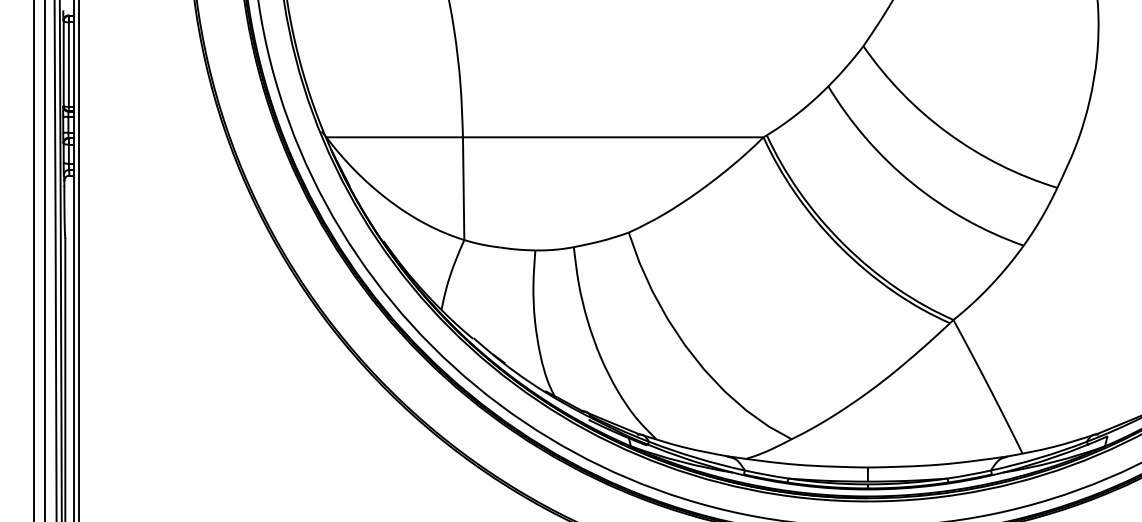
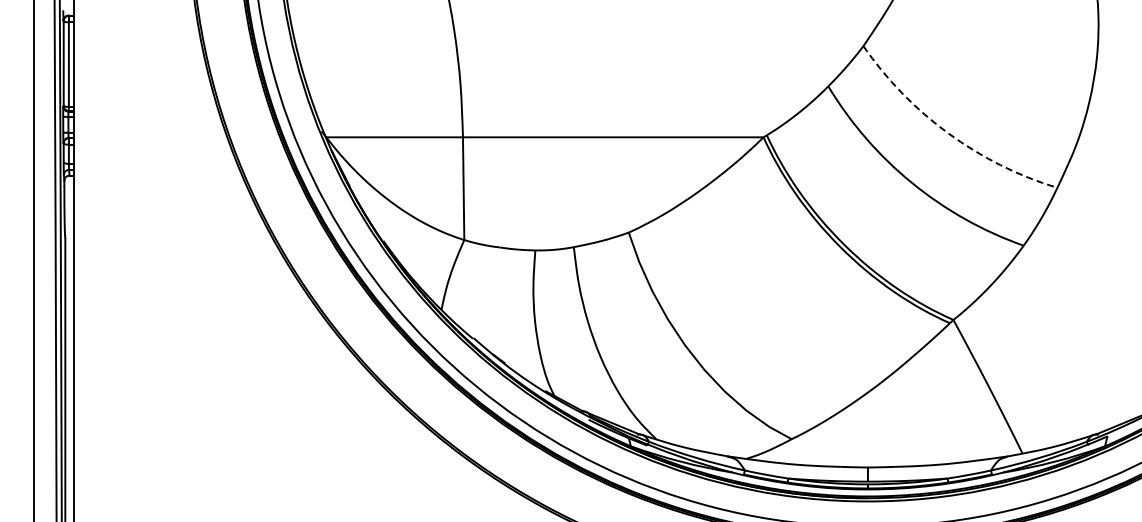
arc at (948, 133): solid -> dashed
line at (44, 260): present -> none
line at (78, 260): present -> none
